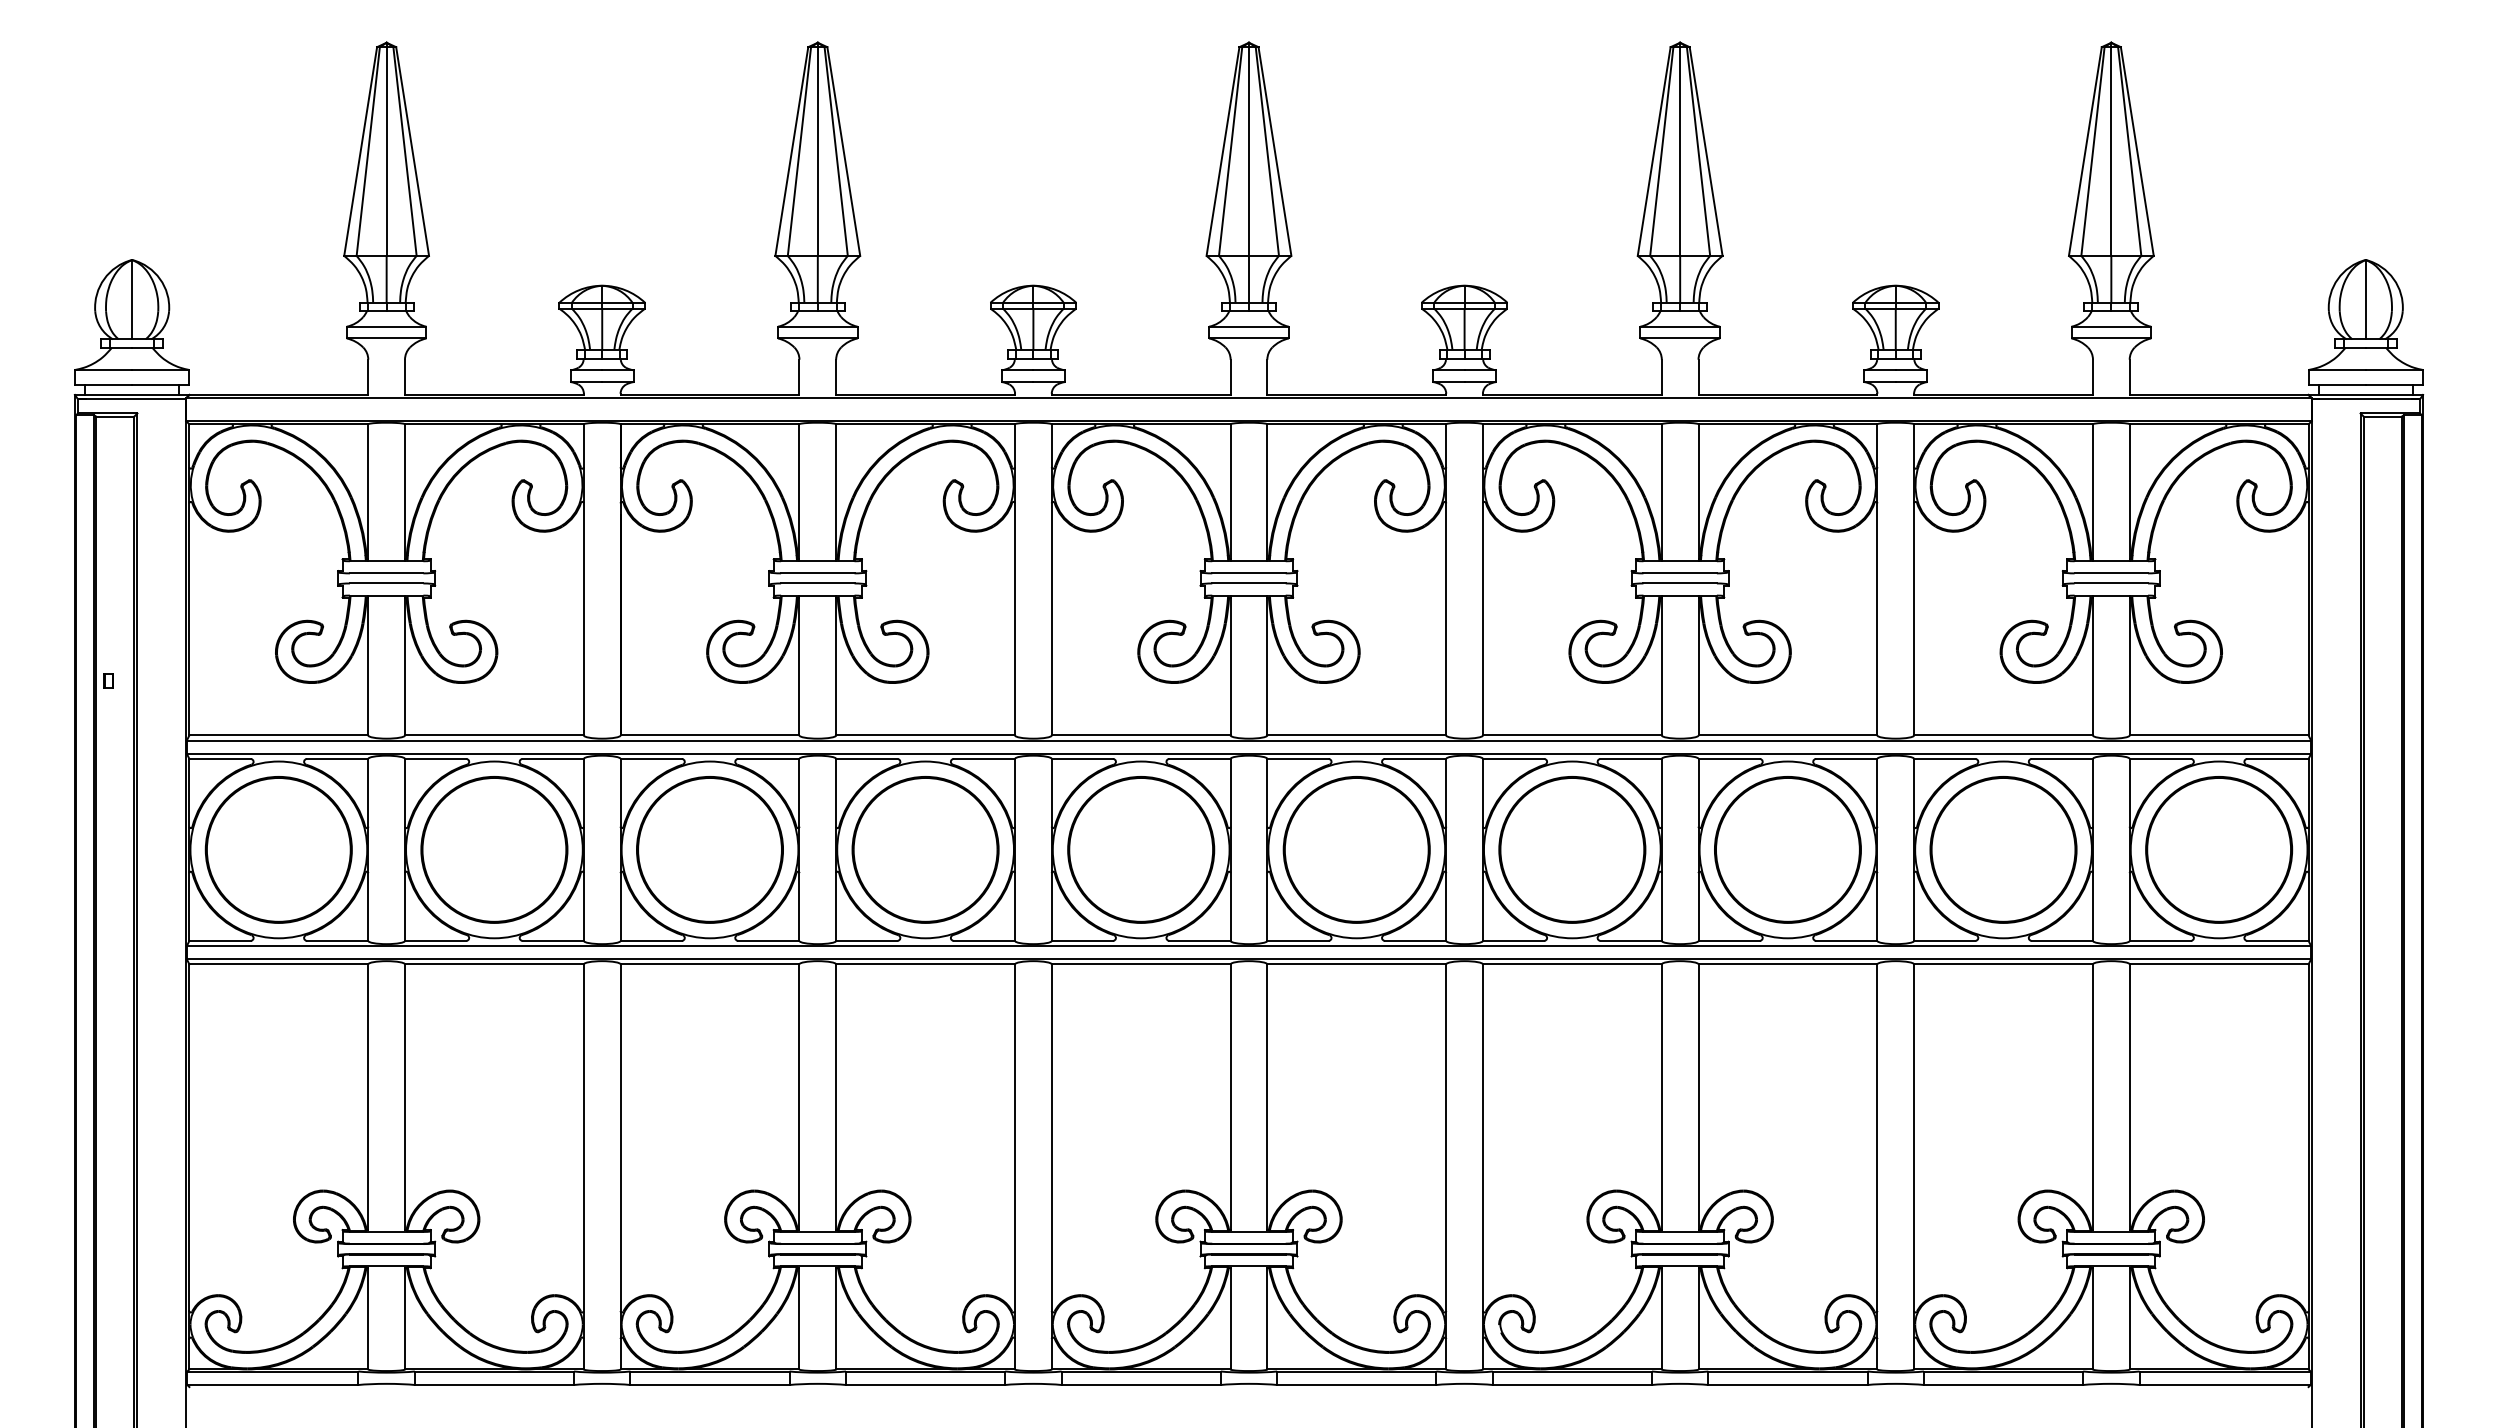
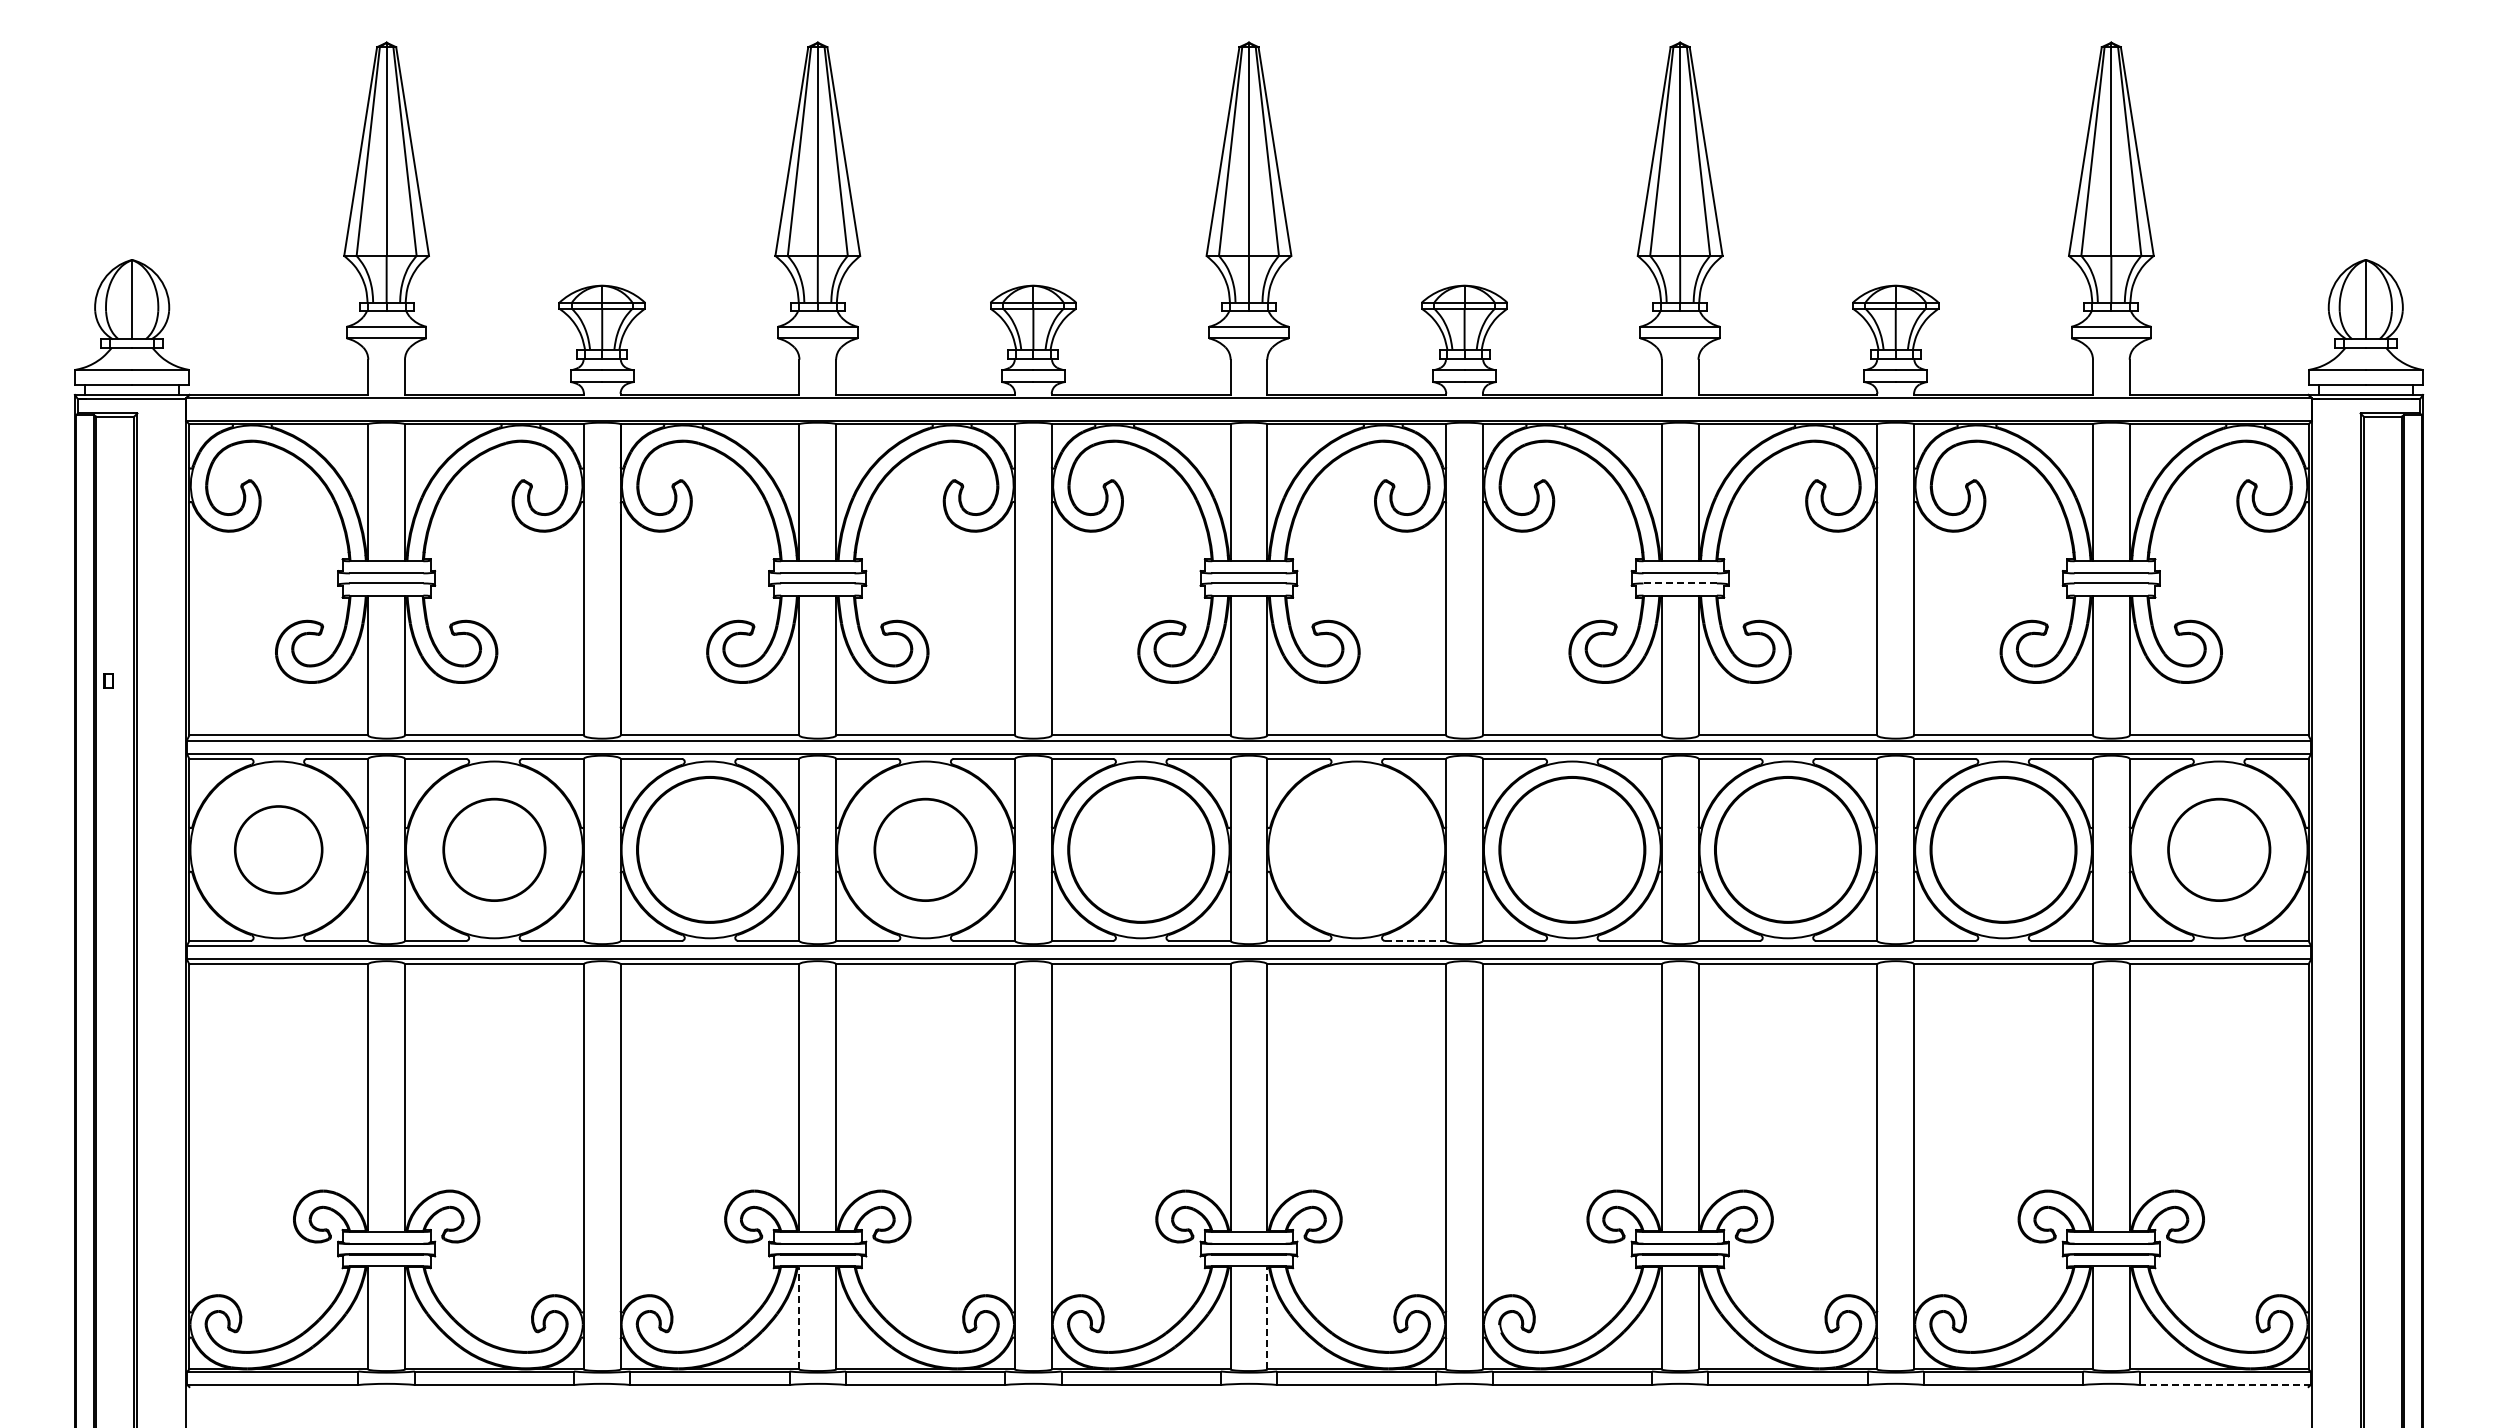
line at (1680, 583): solid -> dashed
part at (278, 849) size: 149x148 px -> 90x90 px
circle at (494, 849) size: 149x148 px -> 105x105 px
circle at (925, 849) size: 149x148 px -> 105x105 px
circle at (1356, 849): present -> none
part at (2219, 849) size: 149x148 px -> 105x105 px
line at (1415, 940): solid -> dashed
line at (799, 1318): solid -> dashed
line at (1267, 1318): solid -> dashed
line at (2225, 1385): solid -> dashed
